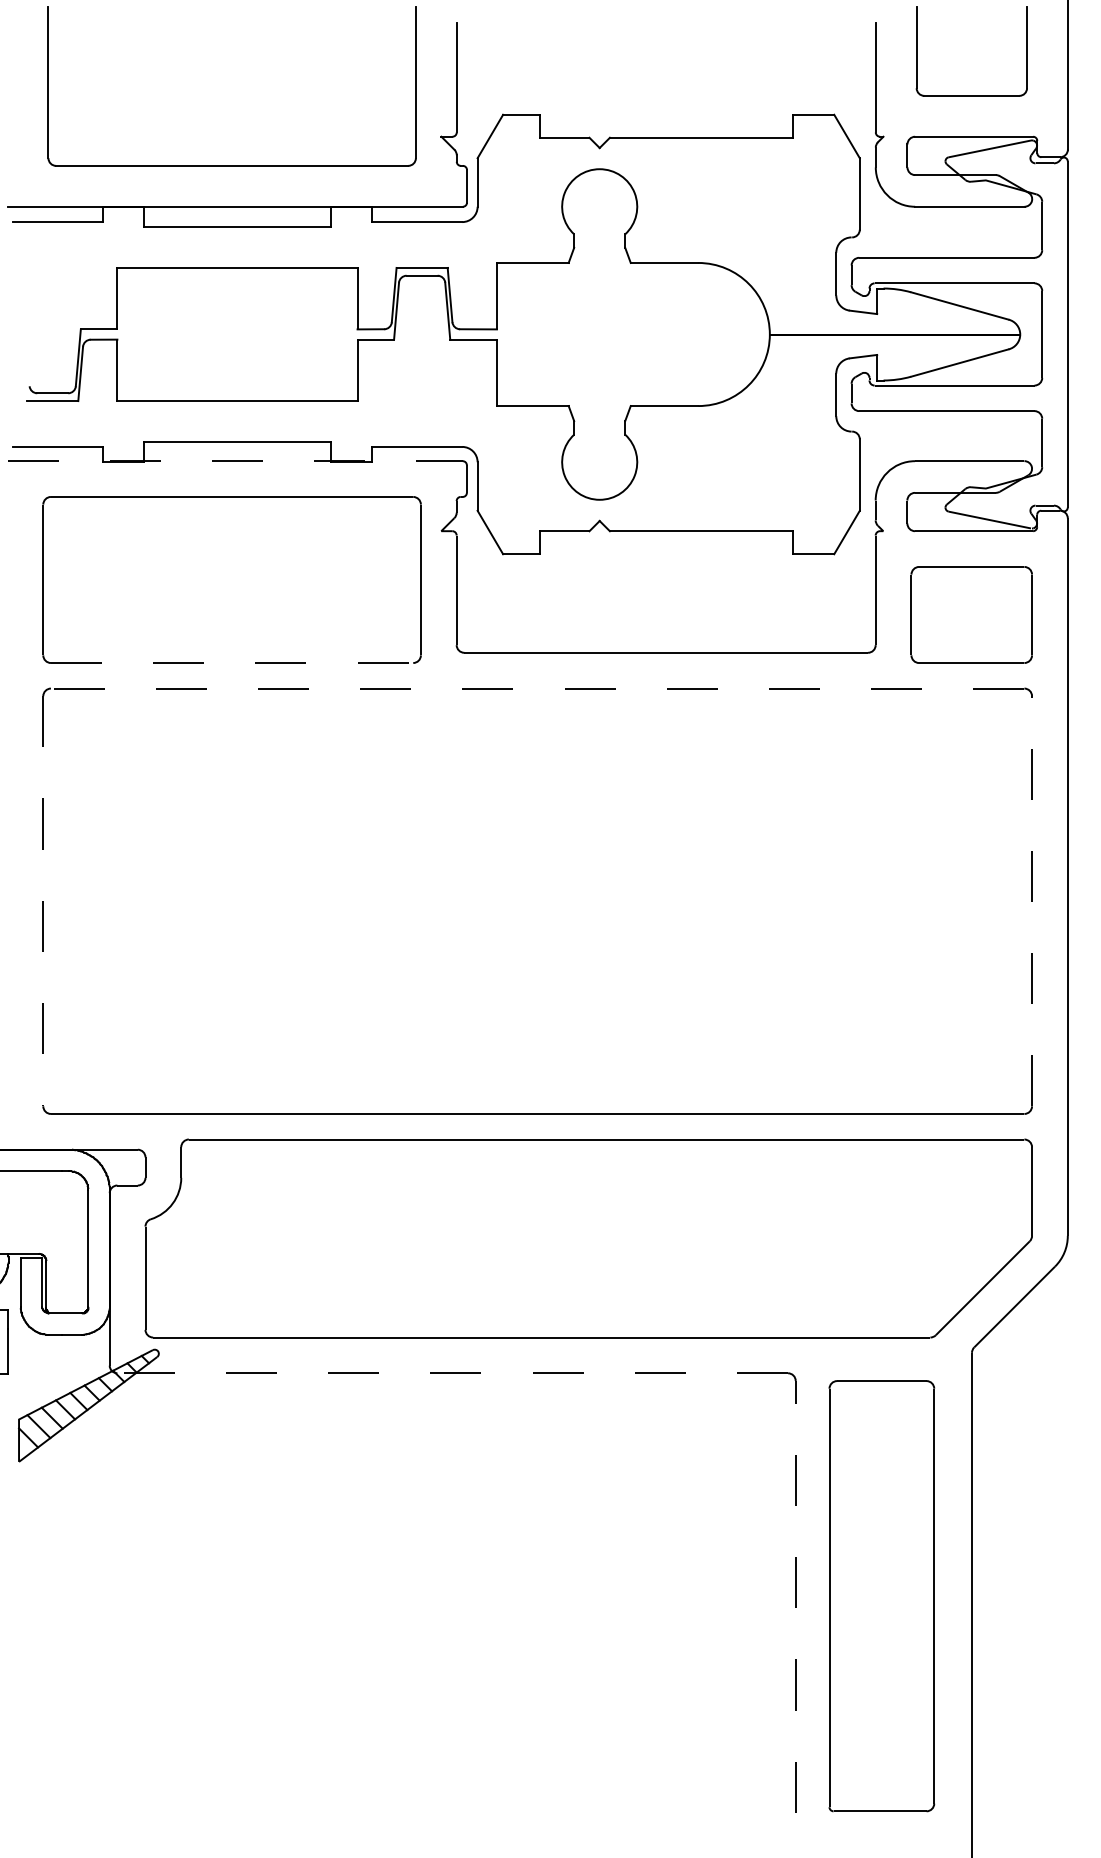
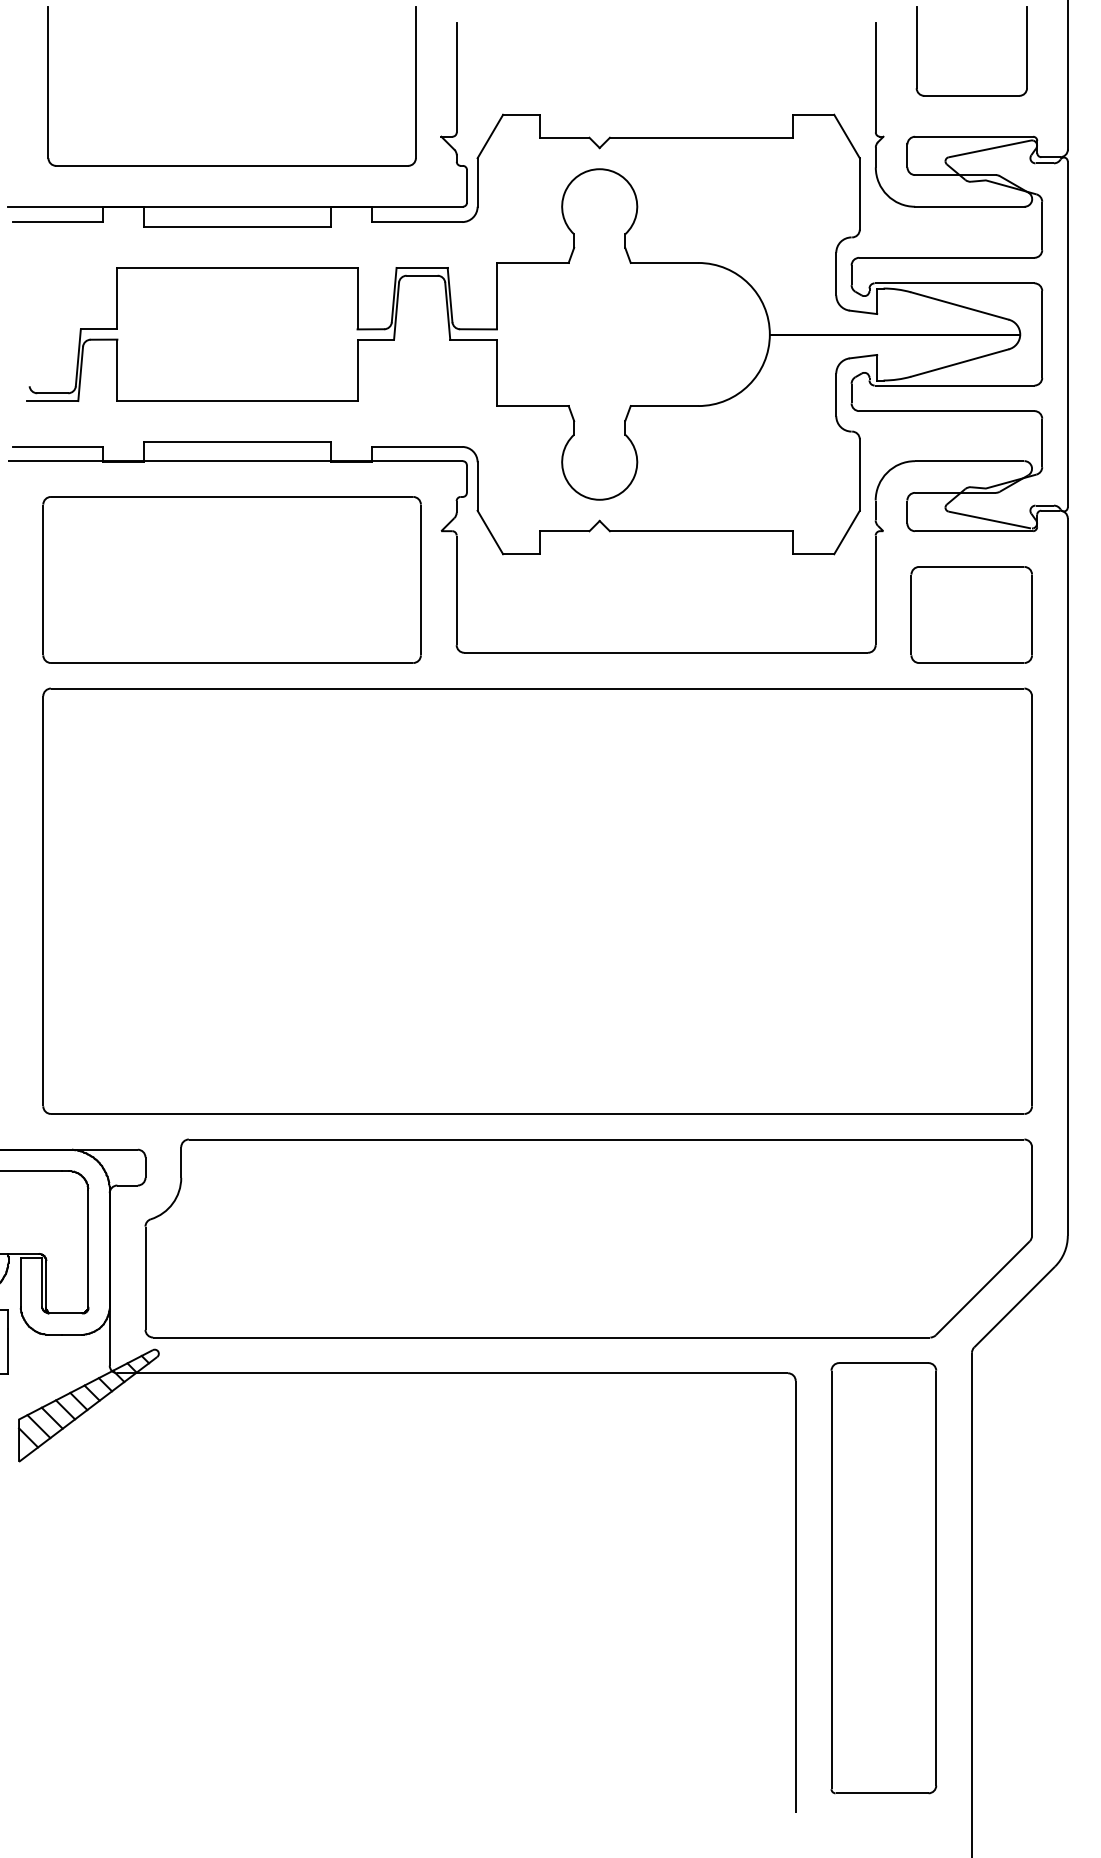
line at (235, 461): dashed -> solid
line at (232, 663): dashed -> solid
line at (537, 688): dashed -> solid
line at (1032, 900): dashed -> solid
line at (43, 901): dashed -> solid
line at (452, 1373): dashed -> solid
line at (795, 1596): dashed -> solid
part at (881, 1596) position: (881, 1596) -> (883, 1578)
